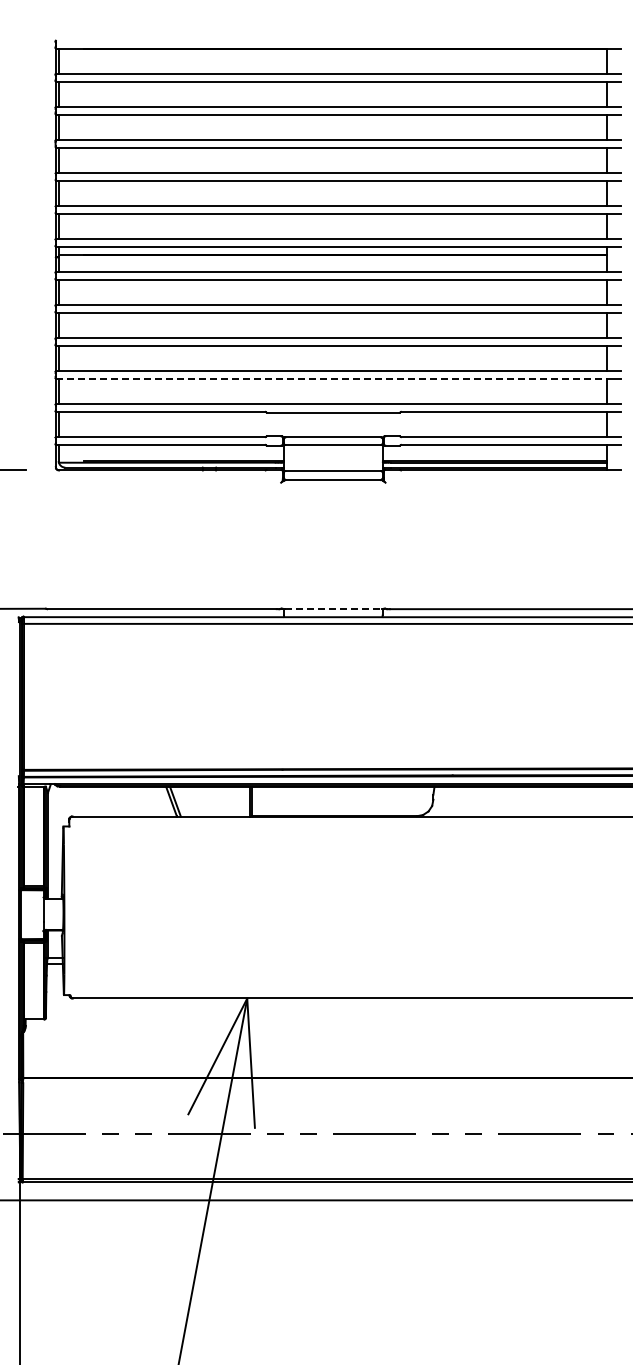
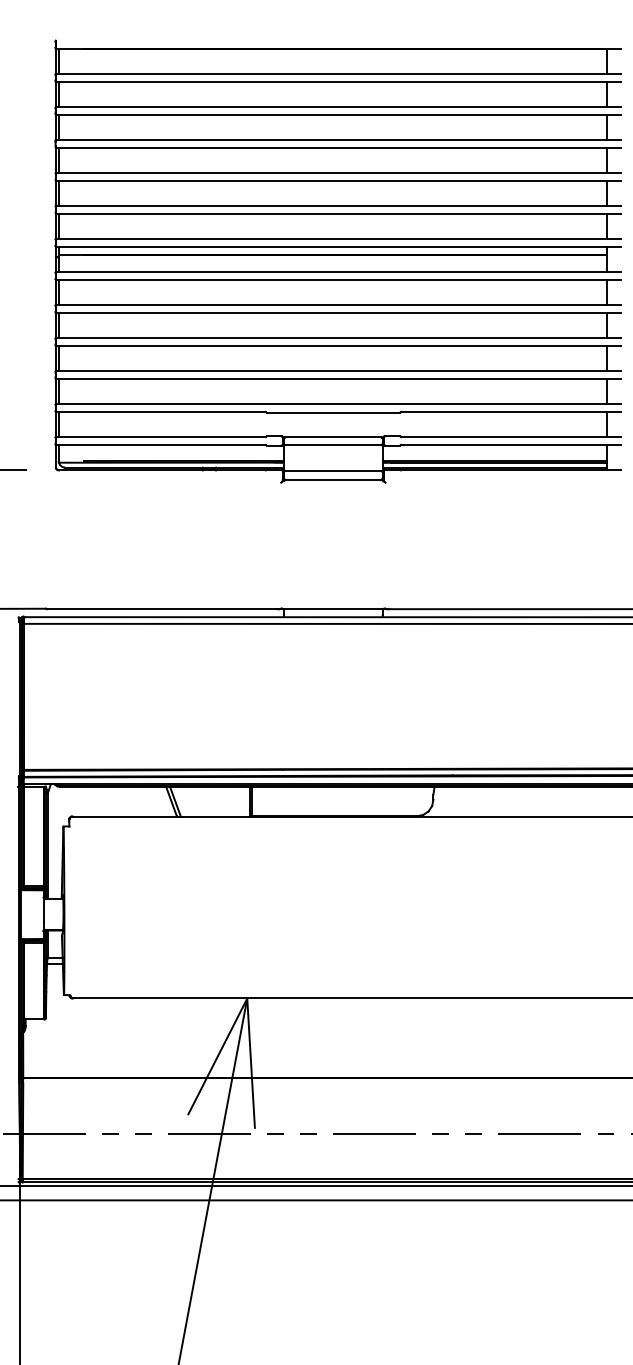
line at (331, 378): dashed -> solid
line at (333, 608): dashed -> solid
line at (315, 1185): none -> present
